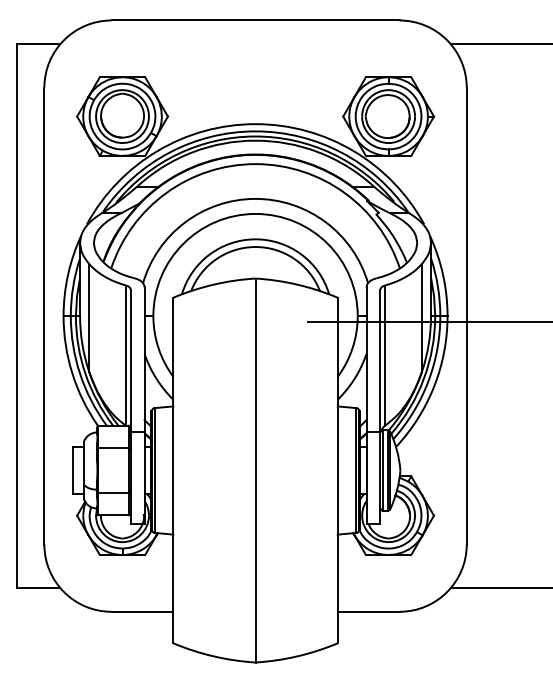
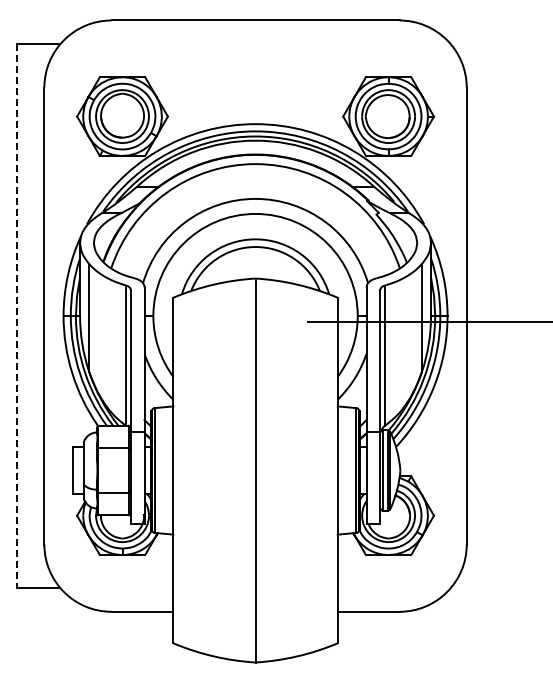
line at (499, 44): present -> none
line at (16, 316): solid -> dashed
line at (499, 588): present -> none
